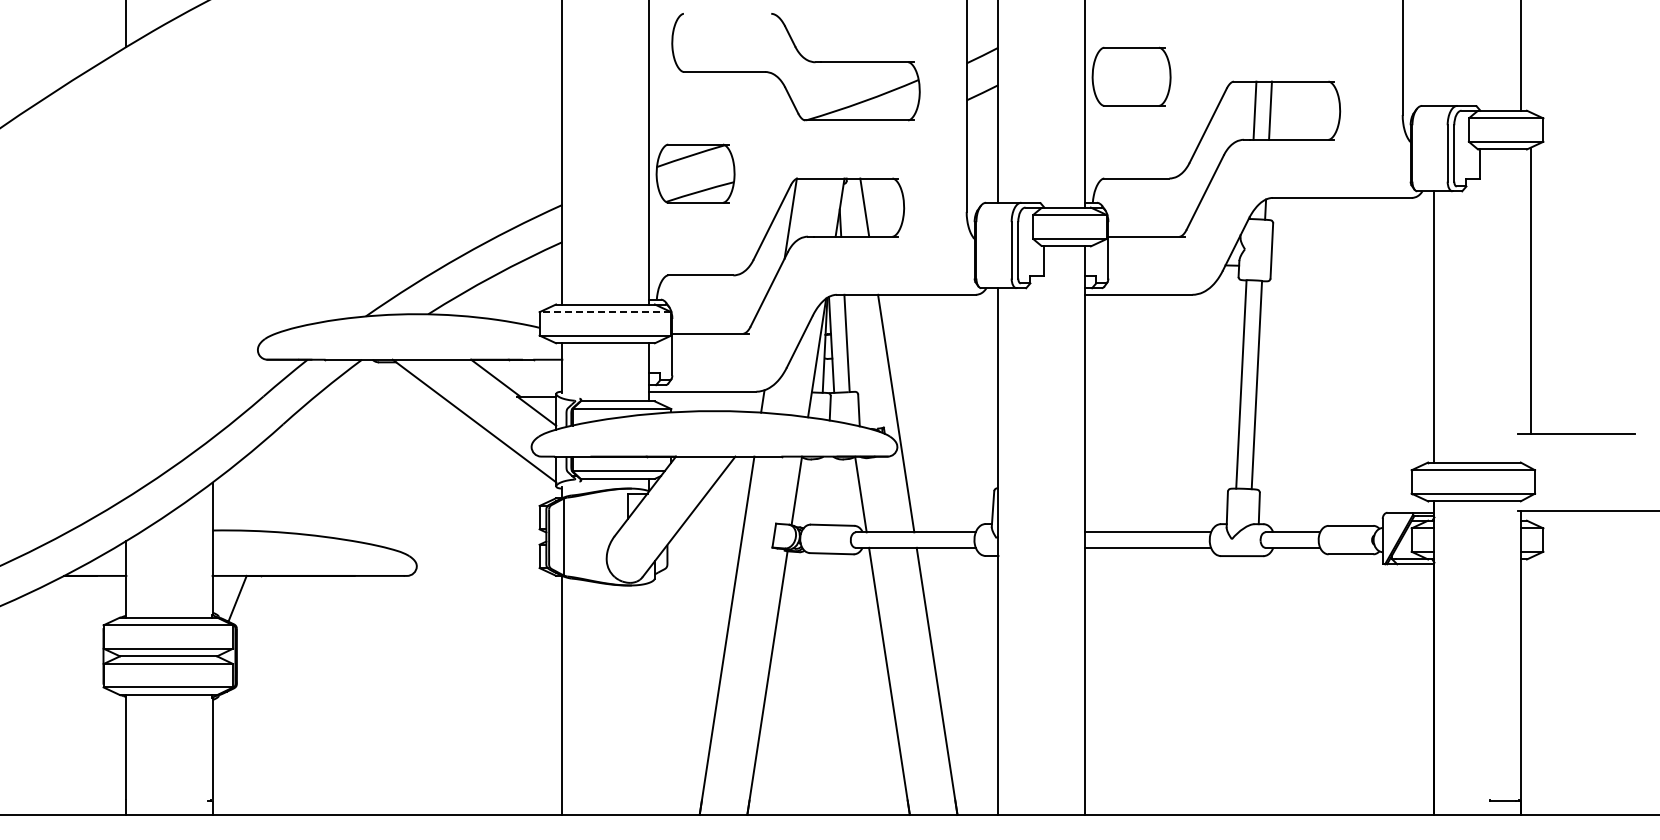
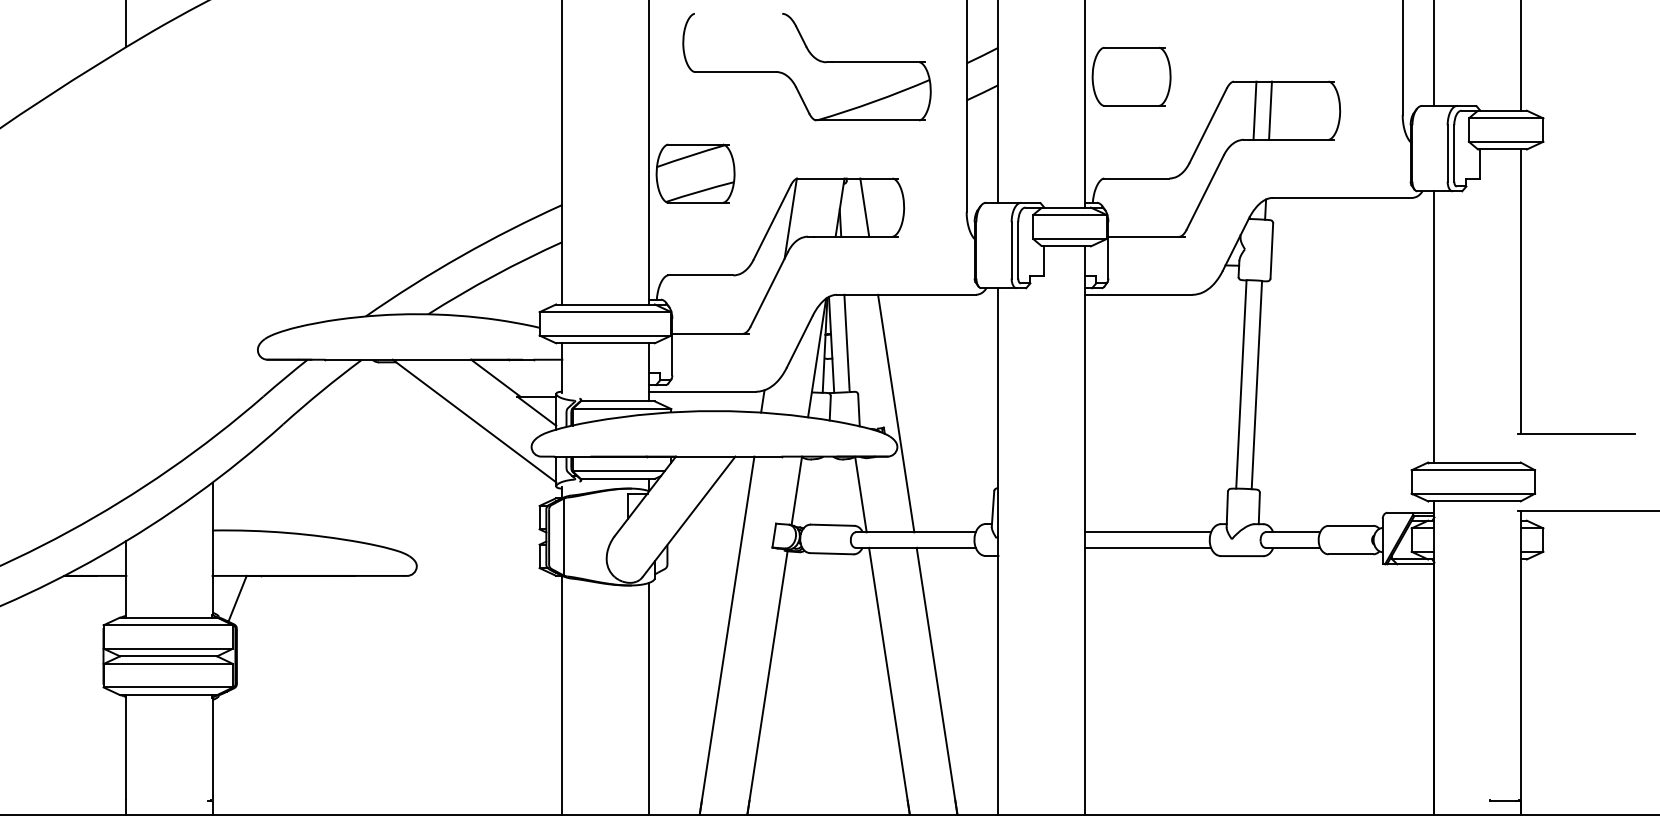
line at (1434, 53): none -> present
part at (801, 57) position: (801, 57) -> (812, 57)
line at (1530, 291) position: (1530, 291) -> (1520, 291)
line at (605, 312): dashed -> solid
line at (648, 698): none -> present
